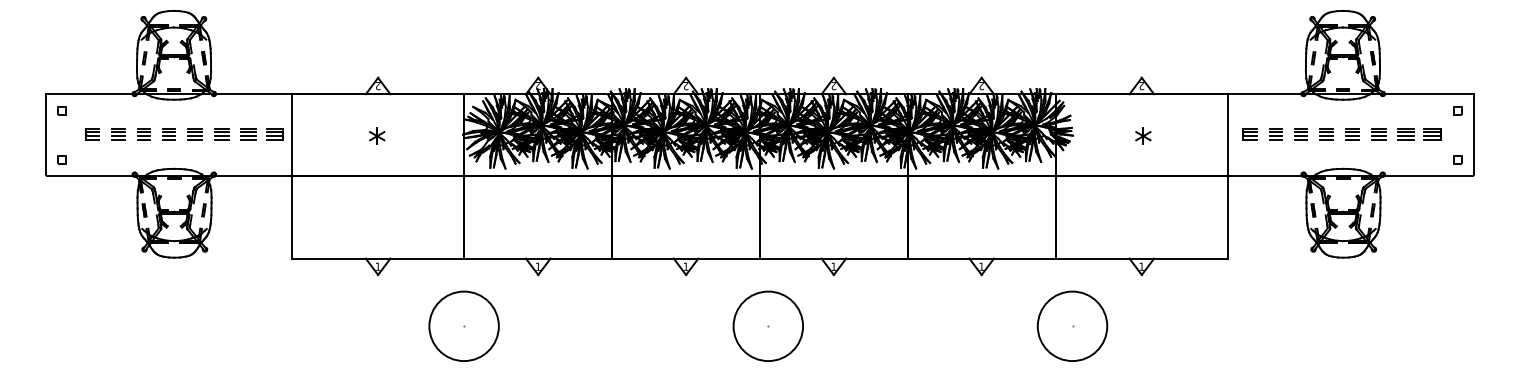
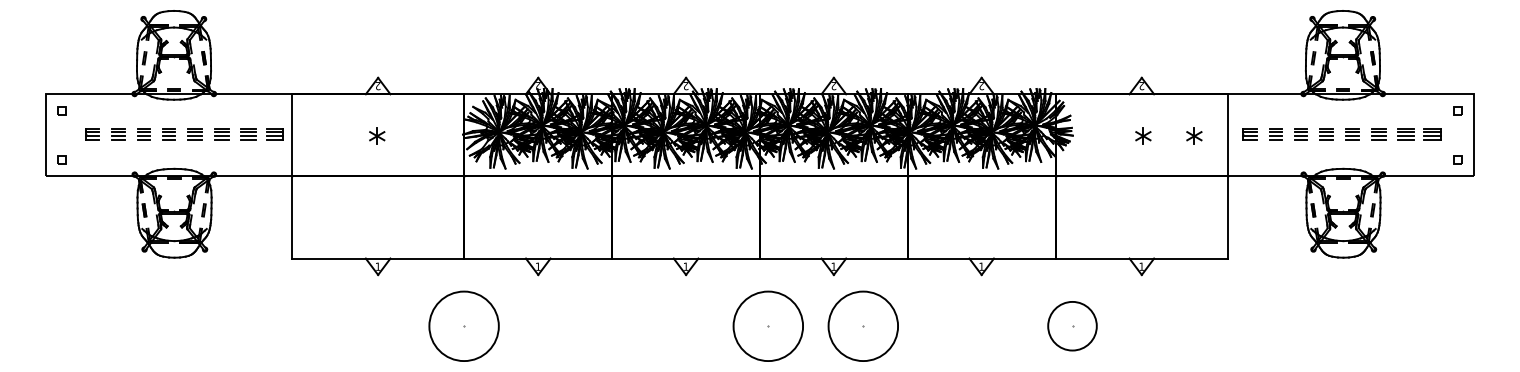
part at (1194, 135): none -> present
part at (862, 325): none -> present
part at (1072, 325) size: 73x72 px -> 51x51 px
